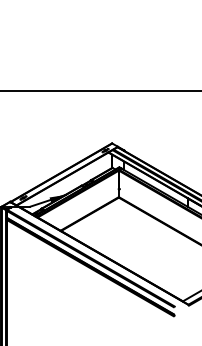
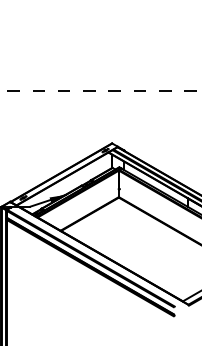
line at (101, 90): solid -> dashed
